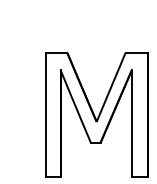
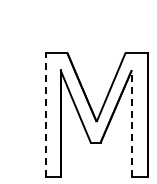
line at (46, 114): solid -> dashed
line at (131, 123): solid -> dashed
